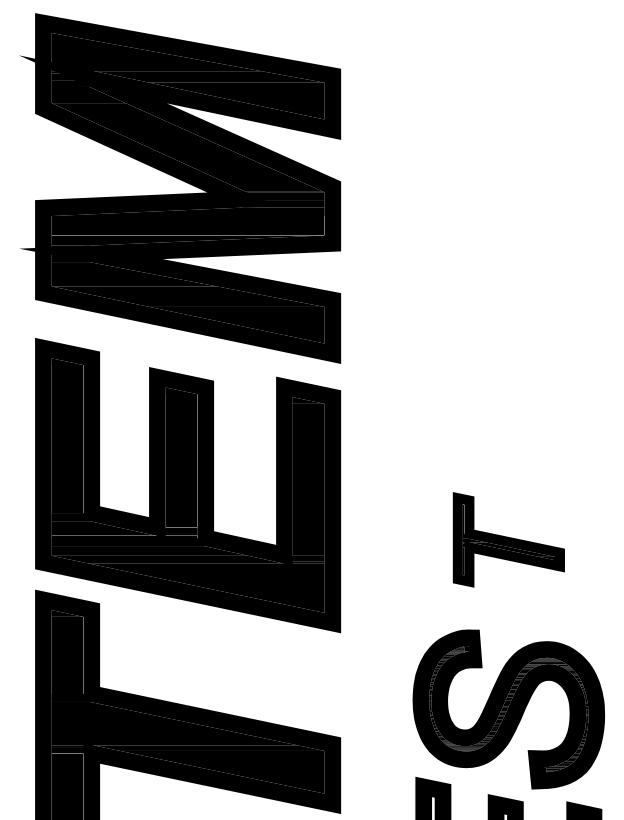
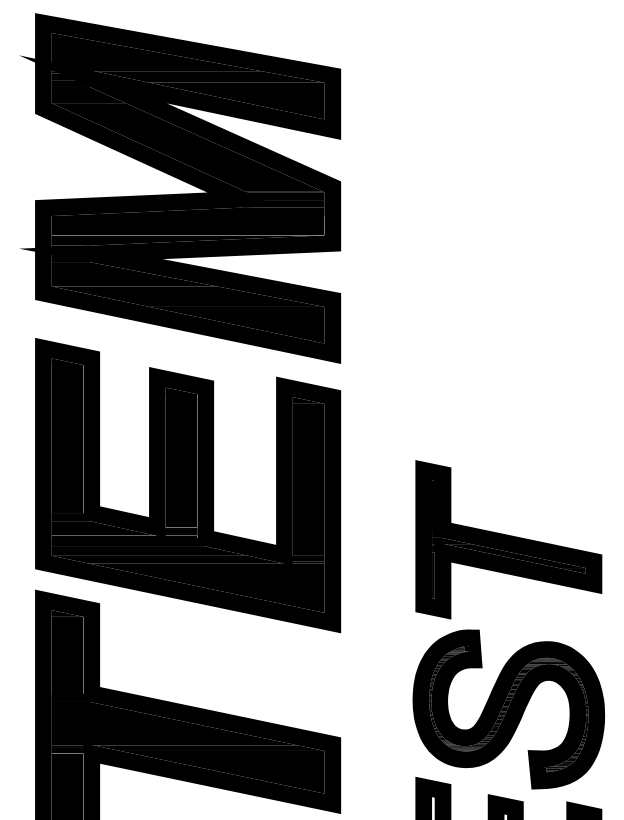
part at (508, 539) size: 113x96 px -> 188x160 px
